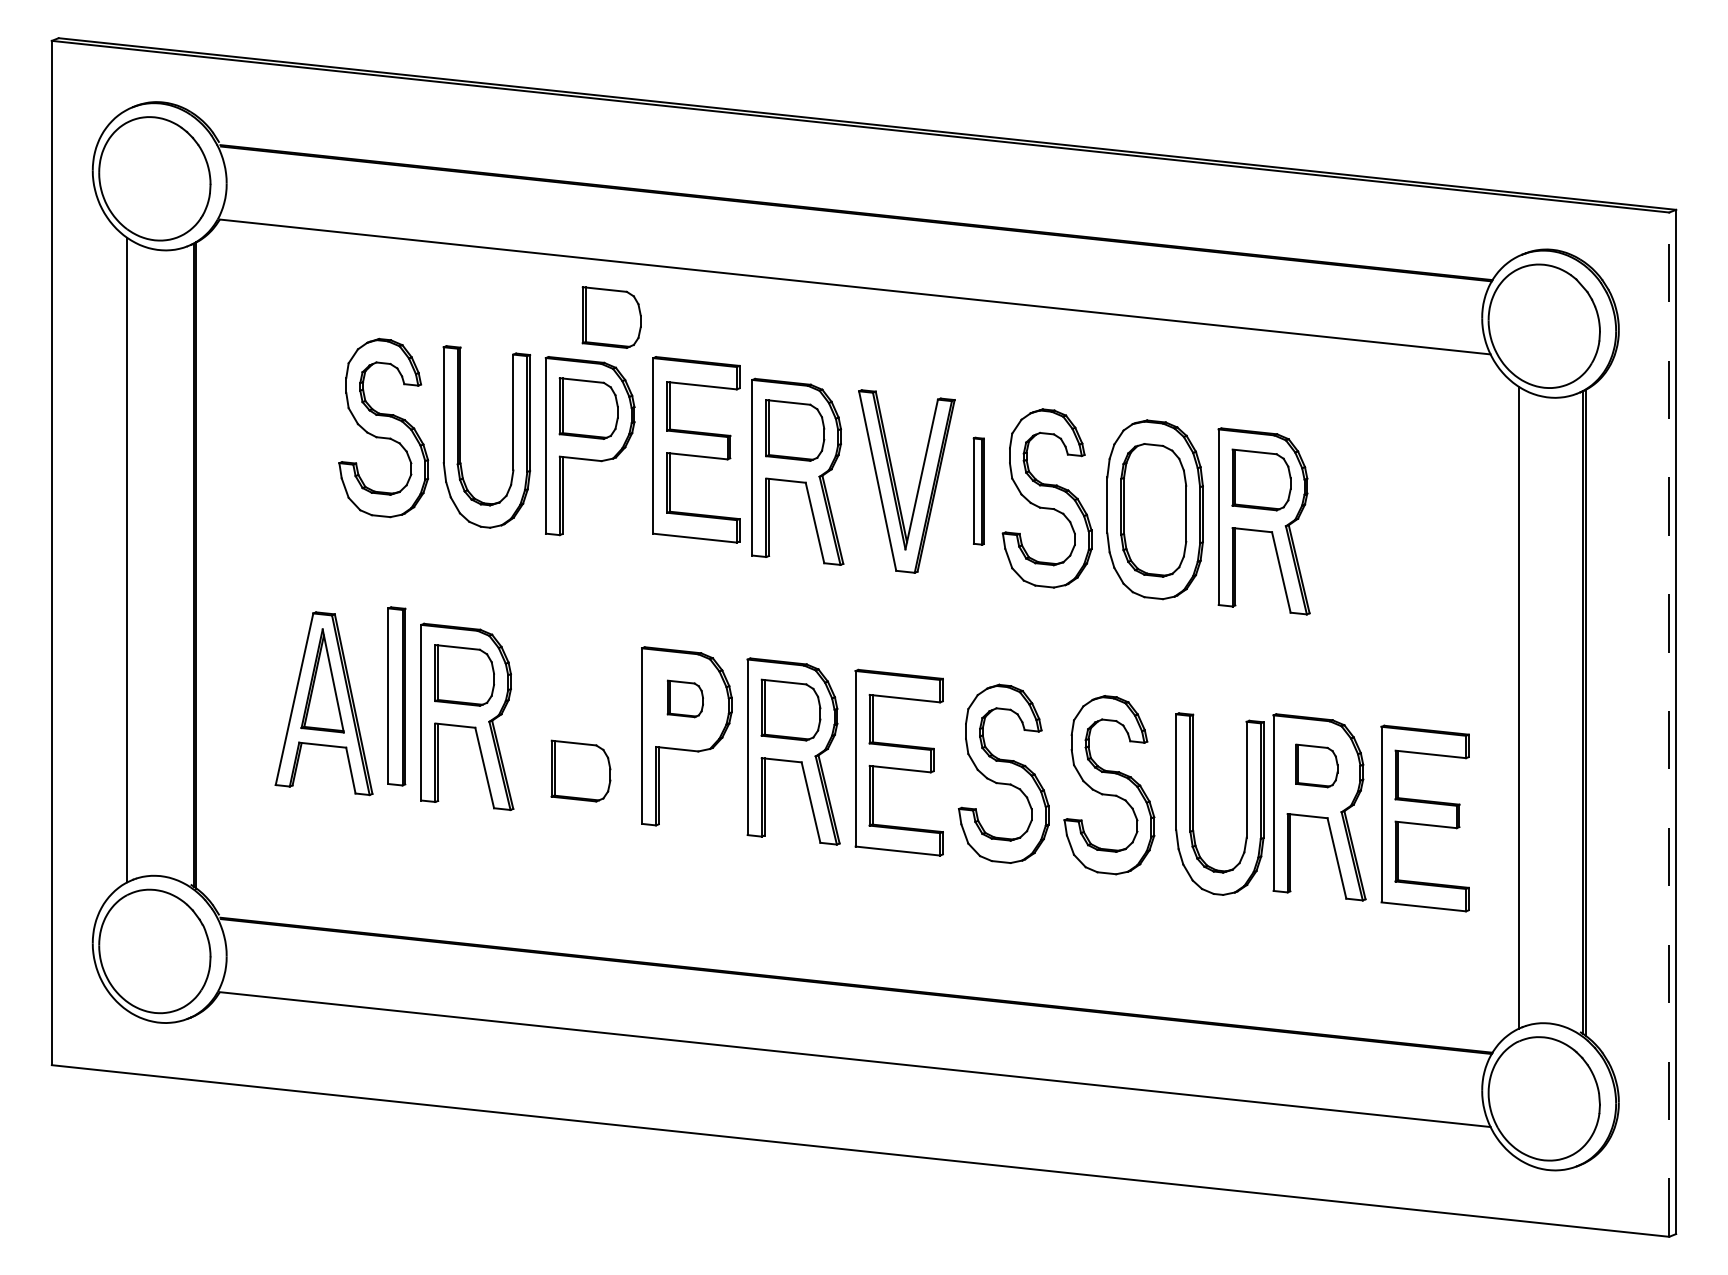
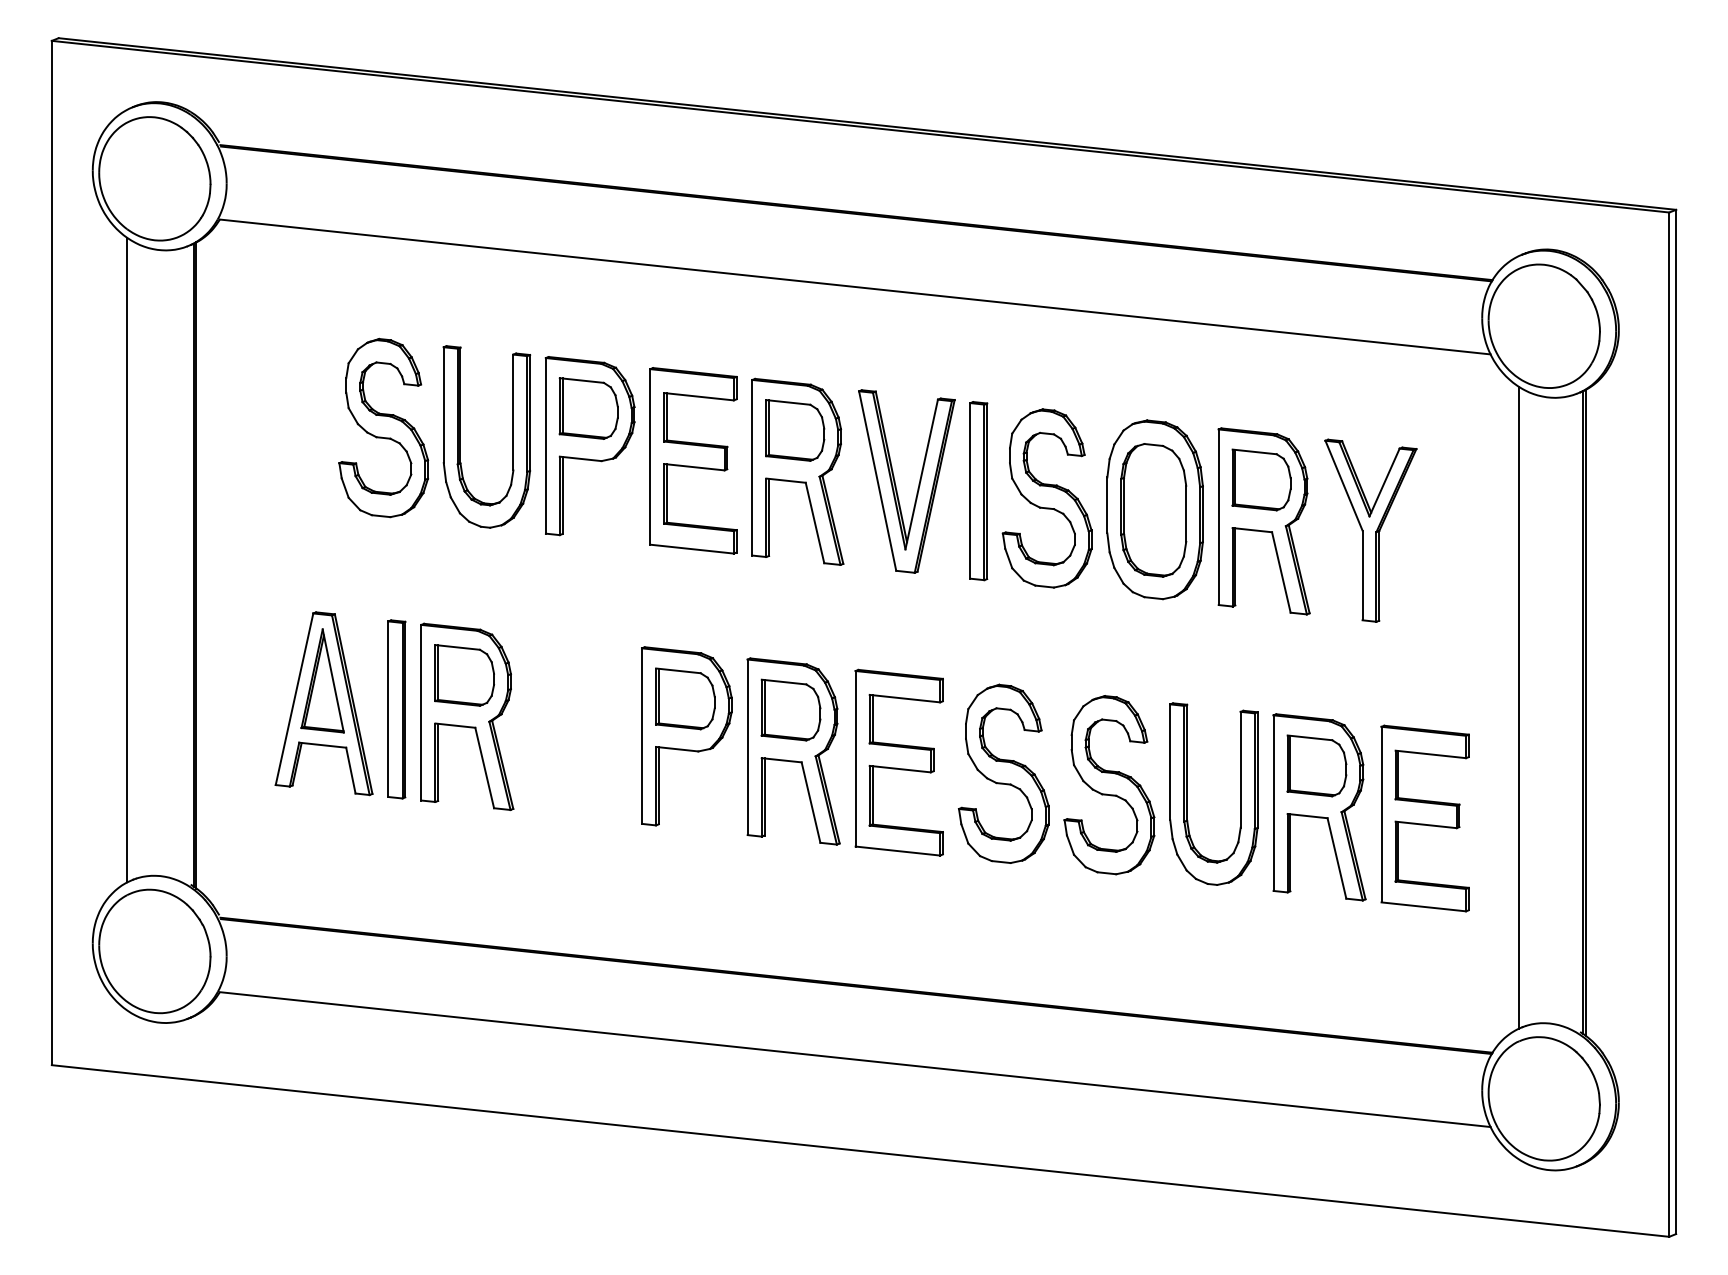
part at (611, 317): present -> none
part at (696, 449) position: (696, 449) -> (693, 460)
part at (978, 490) size: 13x110 px -> 20x181 px
part at (1370, 530): none -> present
part at (396, 696) position: (396, 696) -> (396, 709)
part at (684, 698) size: 38x40 px -> 61x64 px
line at (1669, 724): dashed -> solid
part at (1316, 765) size: 44x46 px -> 62x64 px
part at (580, 770): present -> none
part at (1193, 803) position: (1193, 803) -> (1187, 793)
